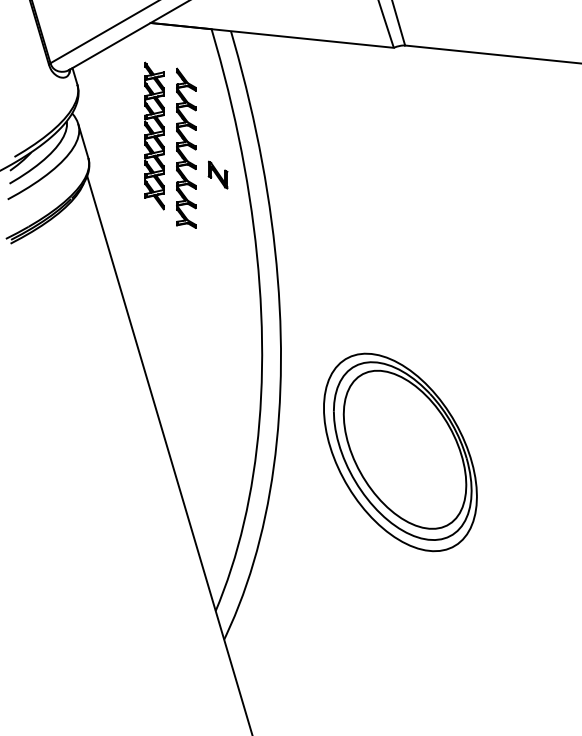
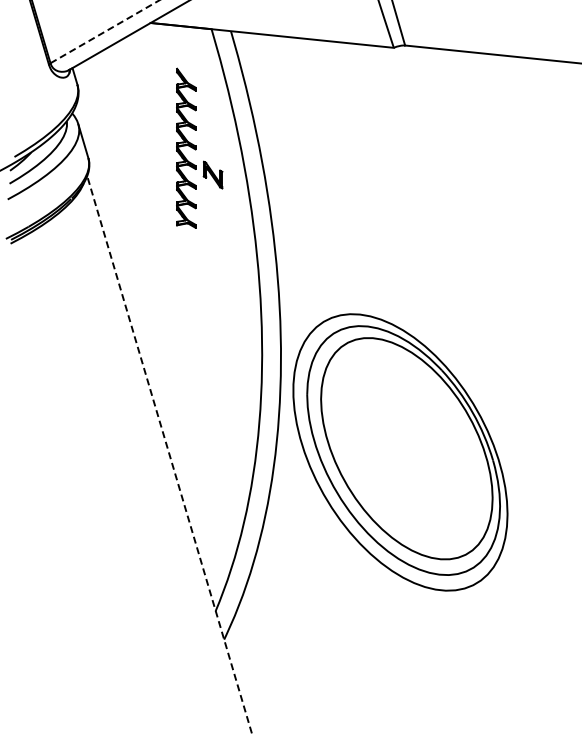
line at (105, 31): solid -> dashed
part at (154, 135): present -> none
part at (217, 174) position: (217, 174) -> (212, 174)
part at (400, 452) size: 155x201 px -> 217x279 px
line at (169, 455): solid -> dashed
